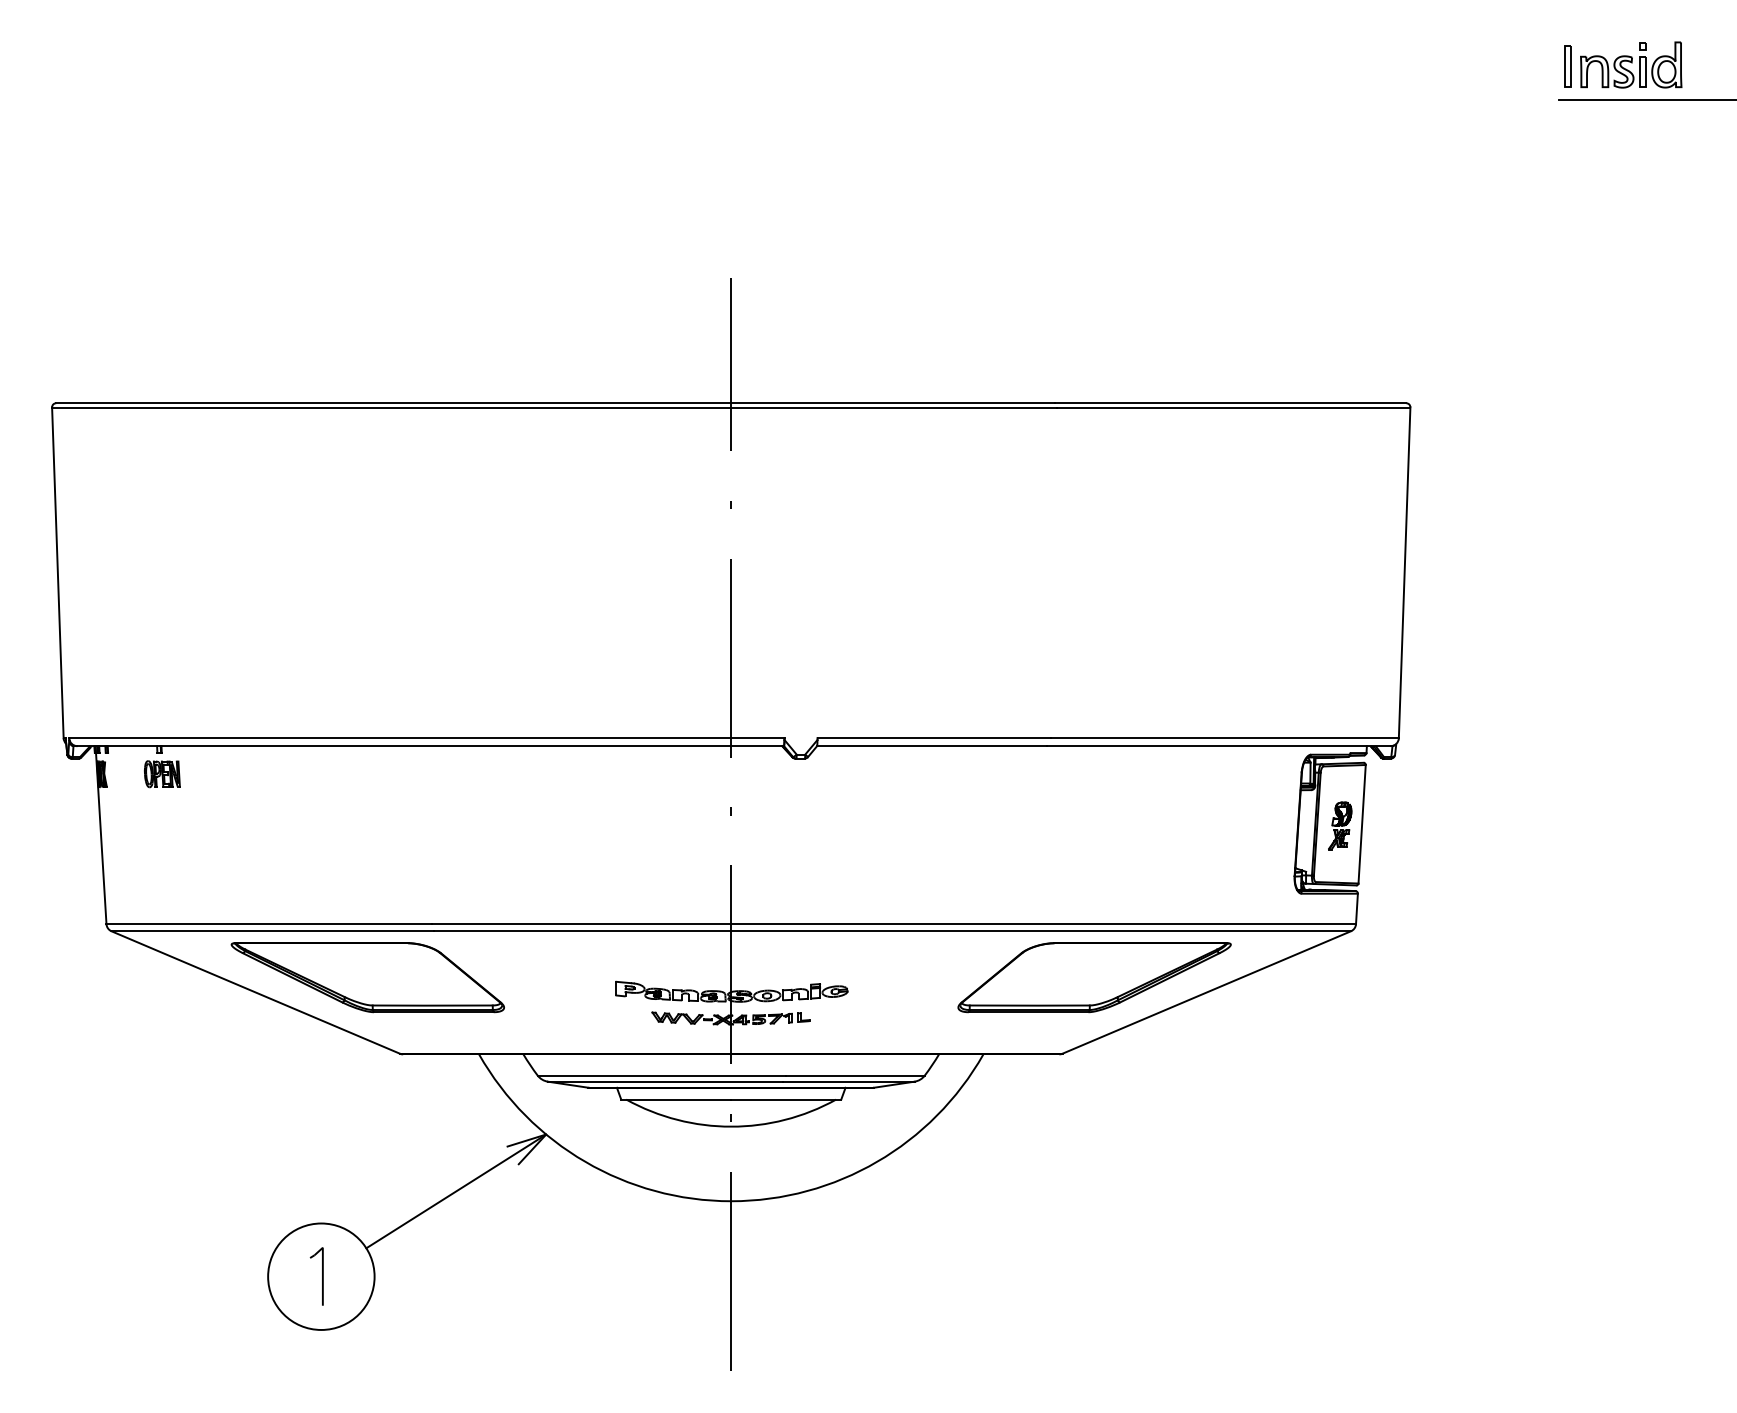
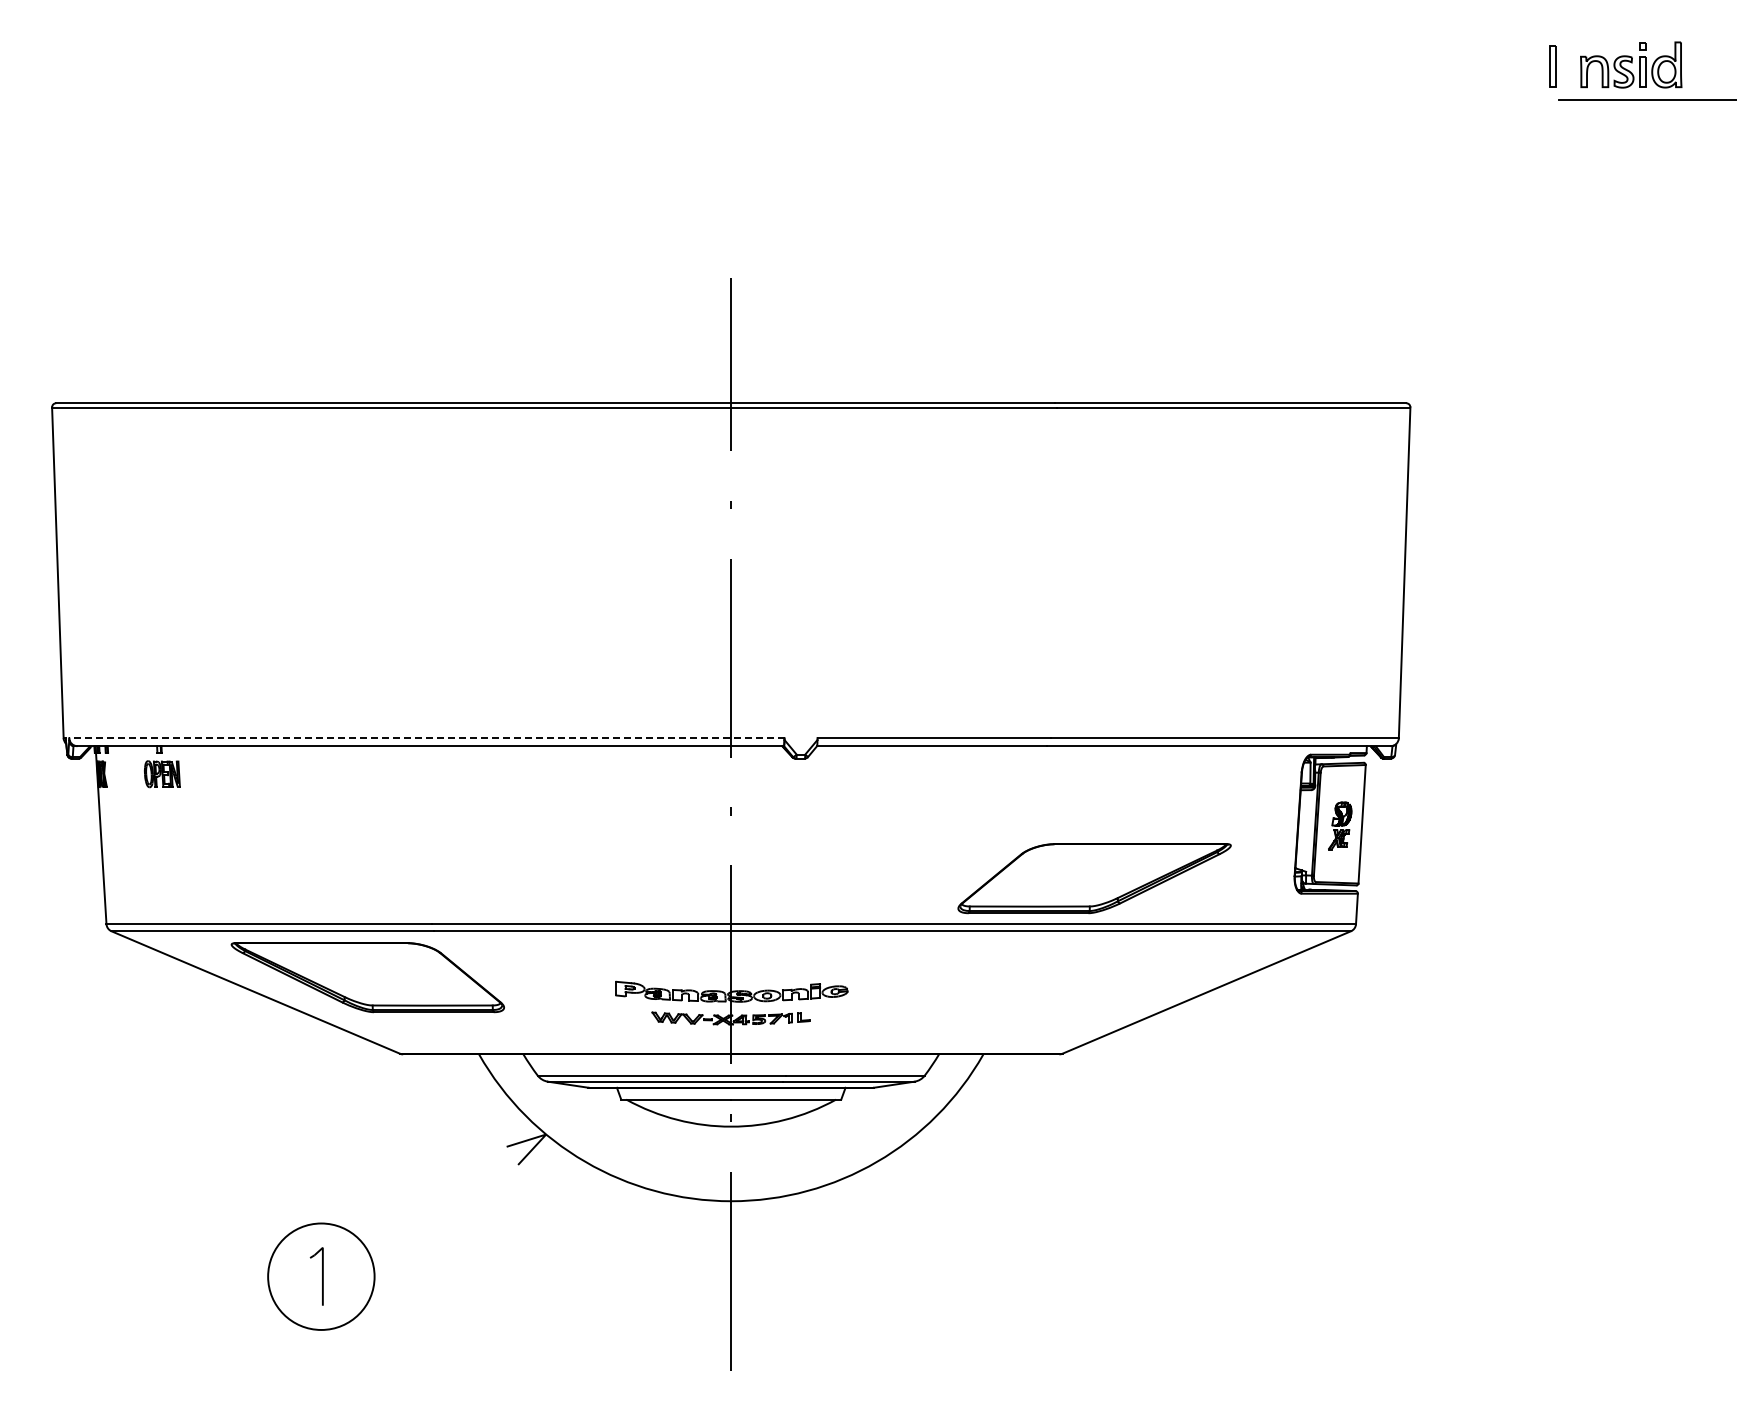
part at (1567, 66) position: (1567, 66) -> (1552, 66)
line at (426, 738): solid -> dashed
part at (1094, 977) position: (1094, 977) -> (1094, 878)
line at (456, 1191): present -> none
